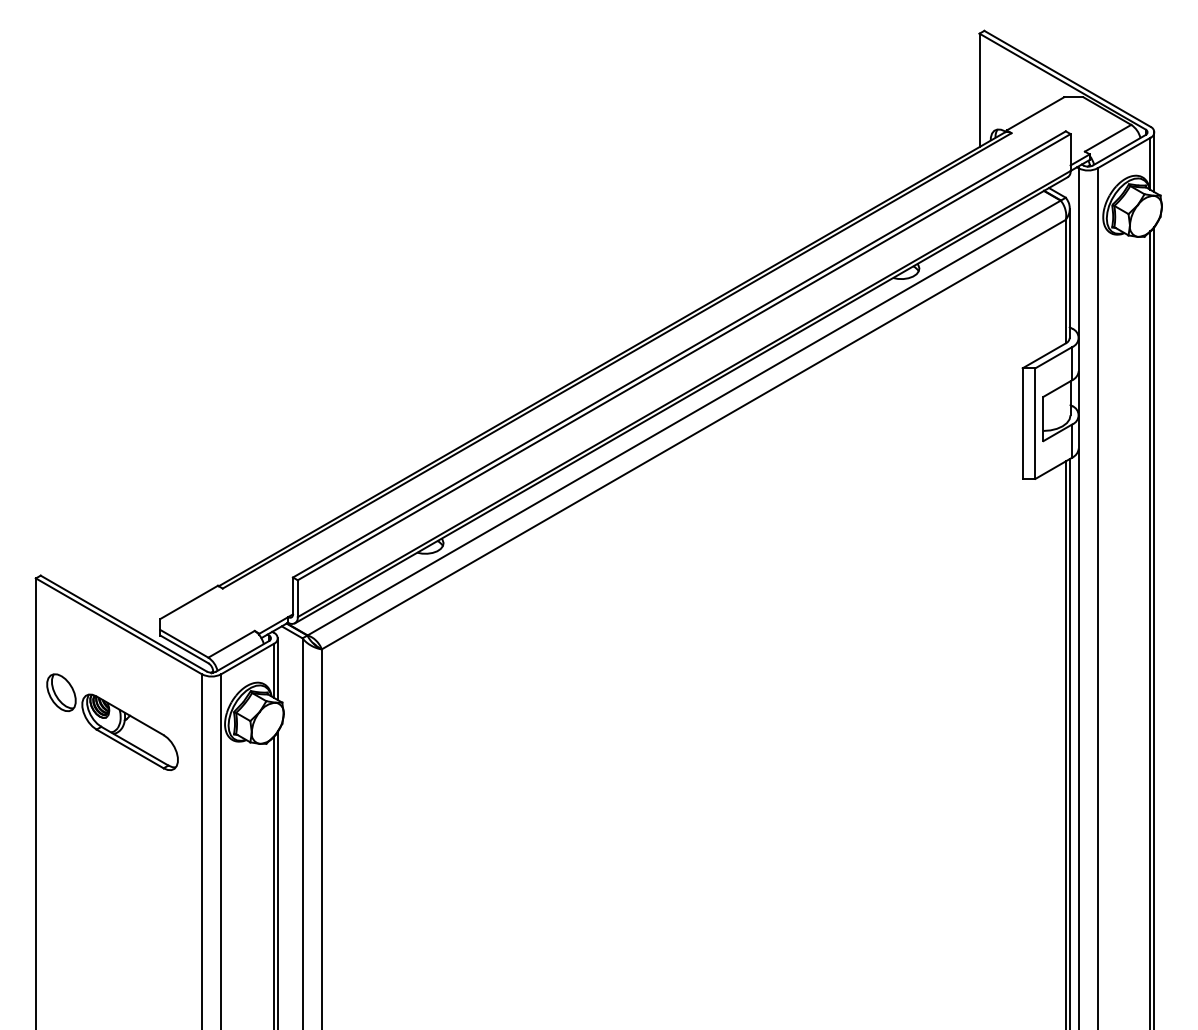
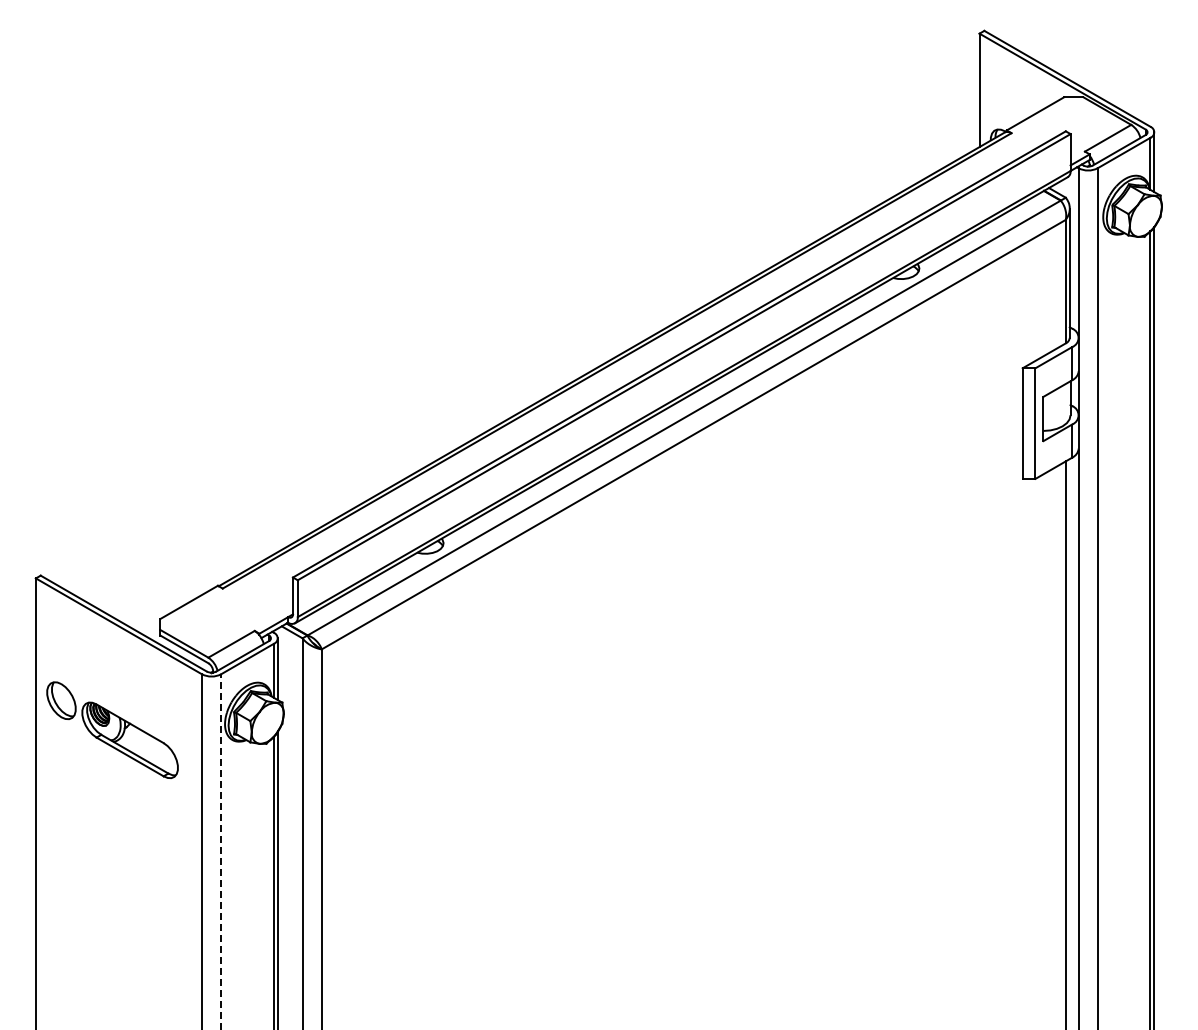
part at (112, 721) position: (112, 721) -> (112, 729)
line at (1069, 742): present -> none
line at (221, 851): solid -> dashed
